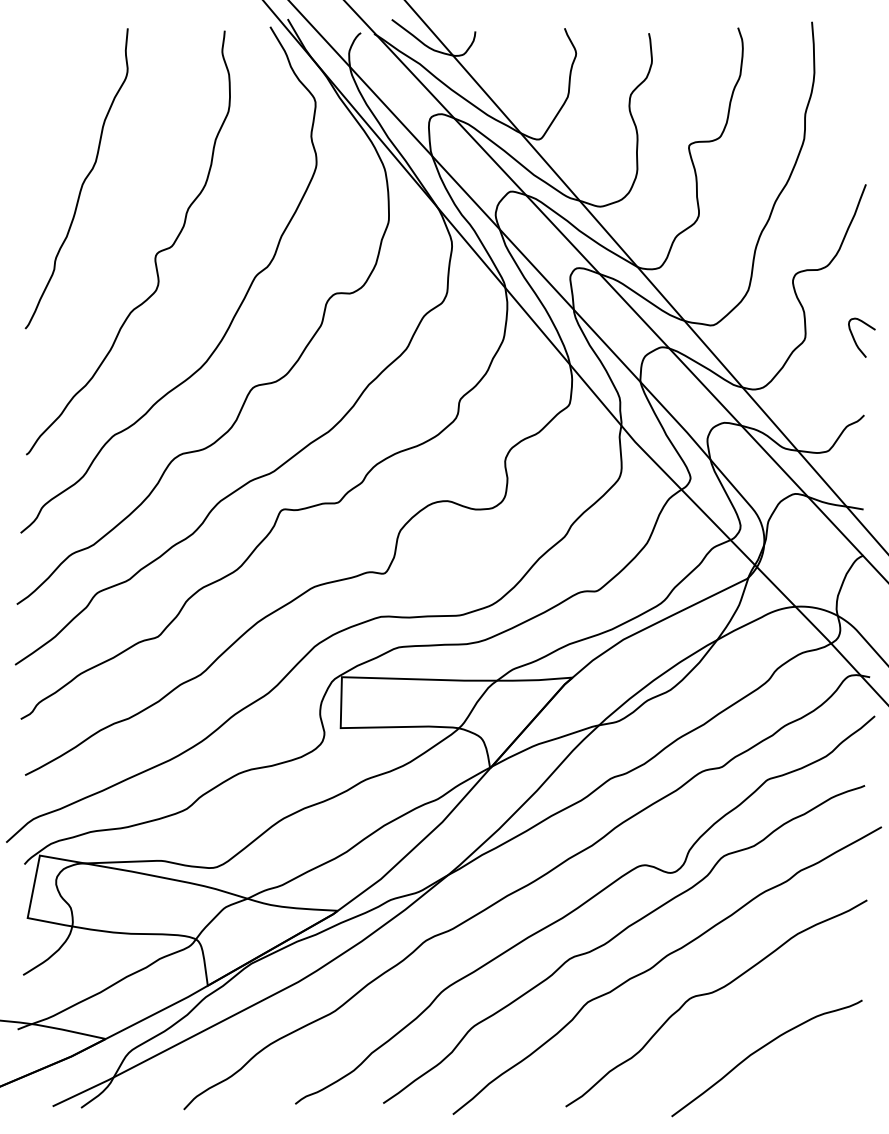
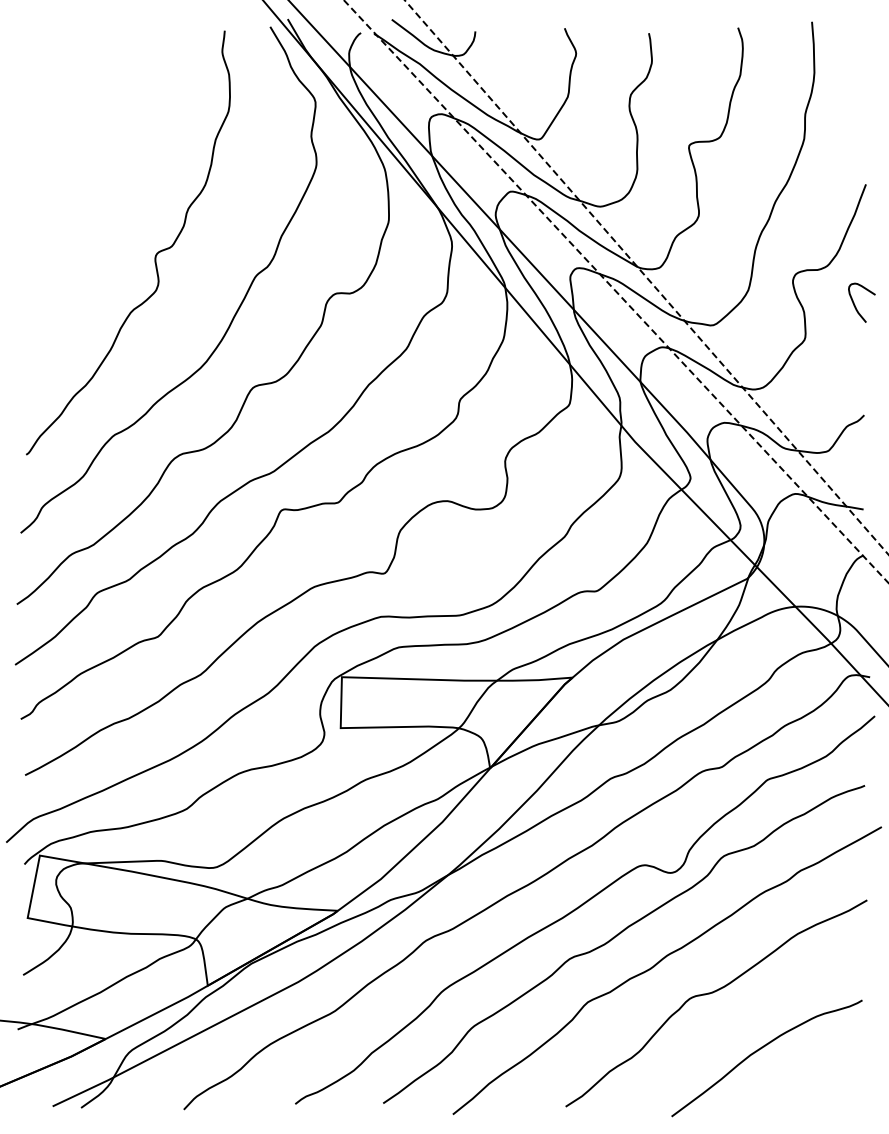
curve at (82, 182): present -> none
line at (646, 277): solid -> dashed
line at (616, 291): solid -> dashed
curve at (855, 339) position: (855, 339) -> (855, 304)
